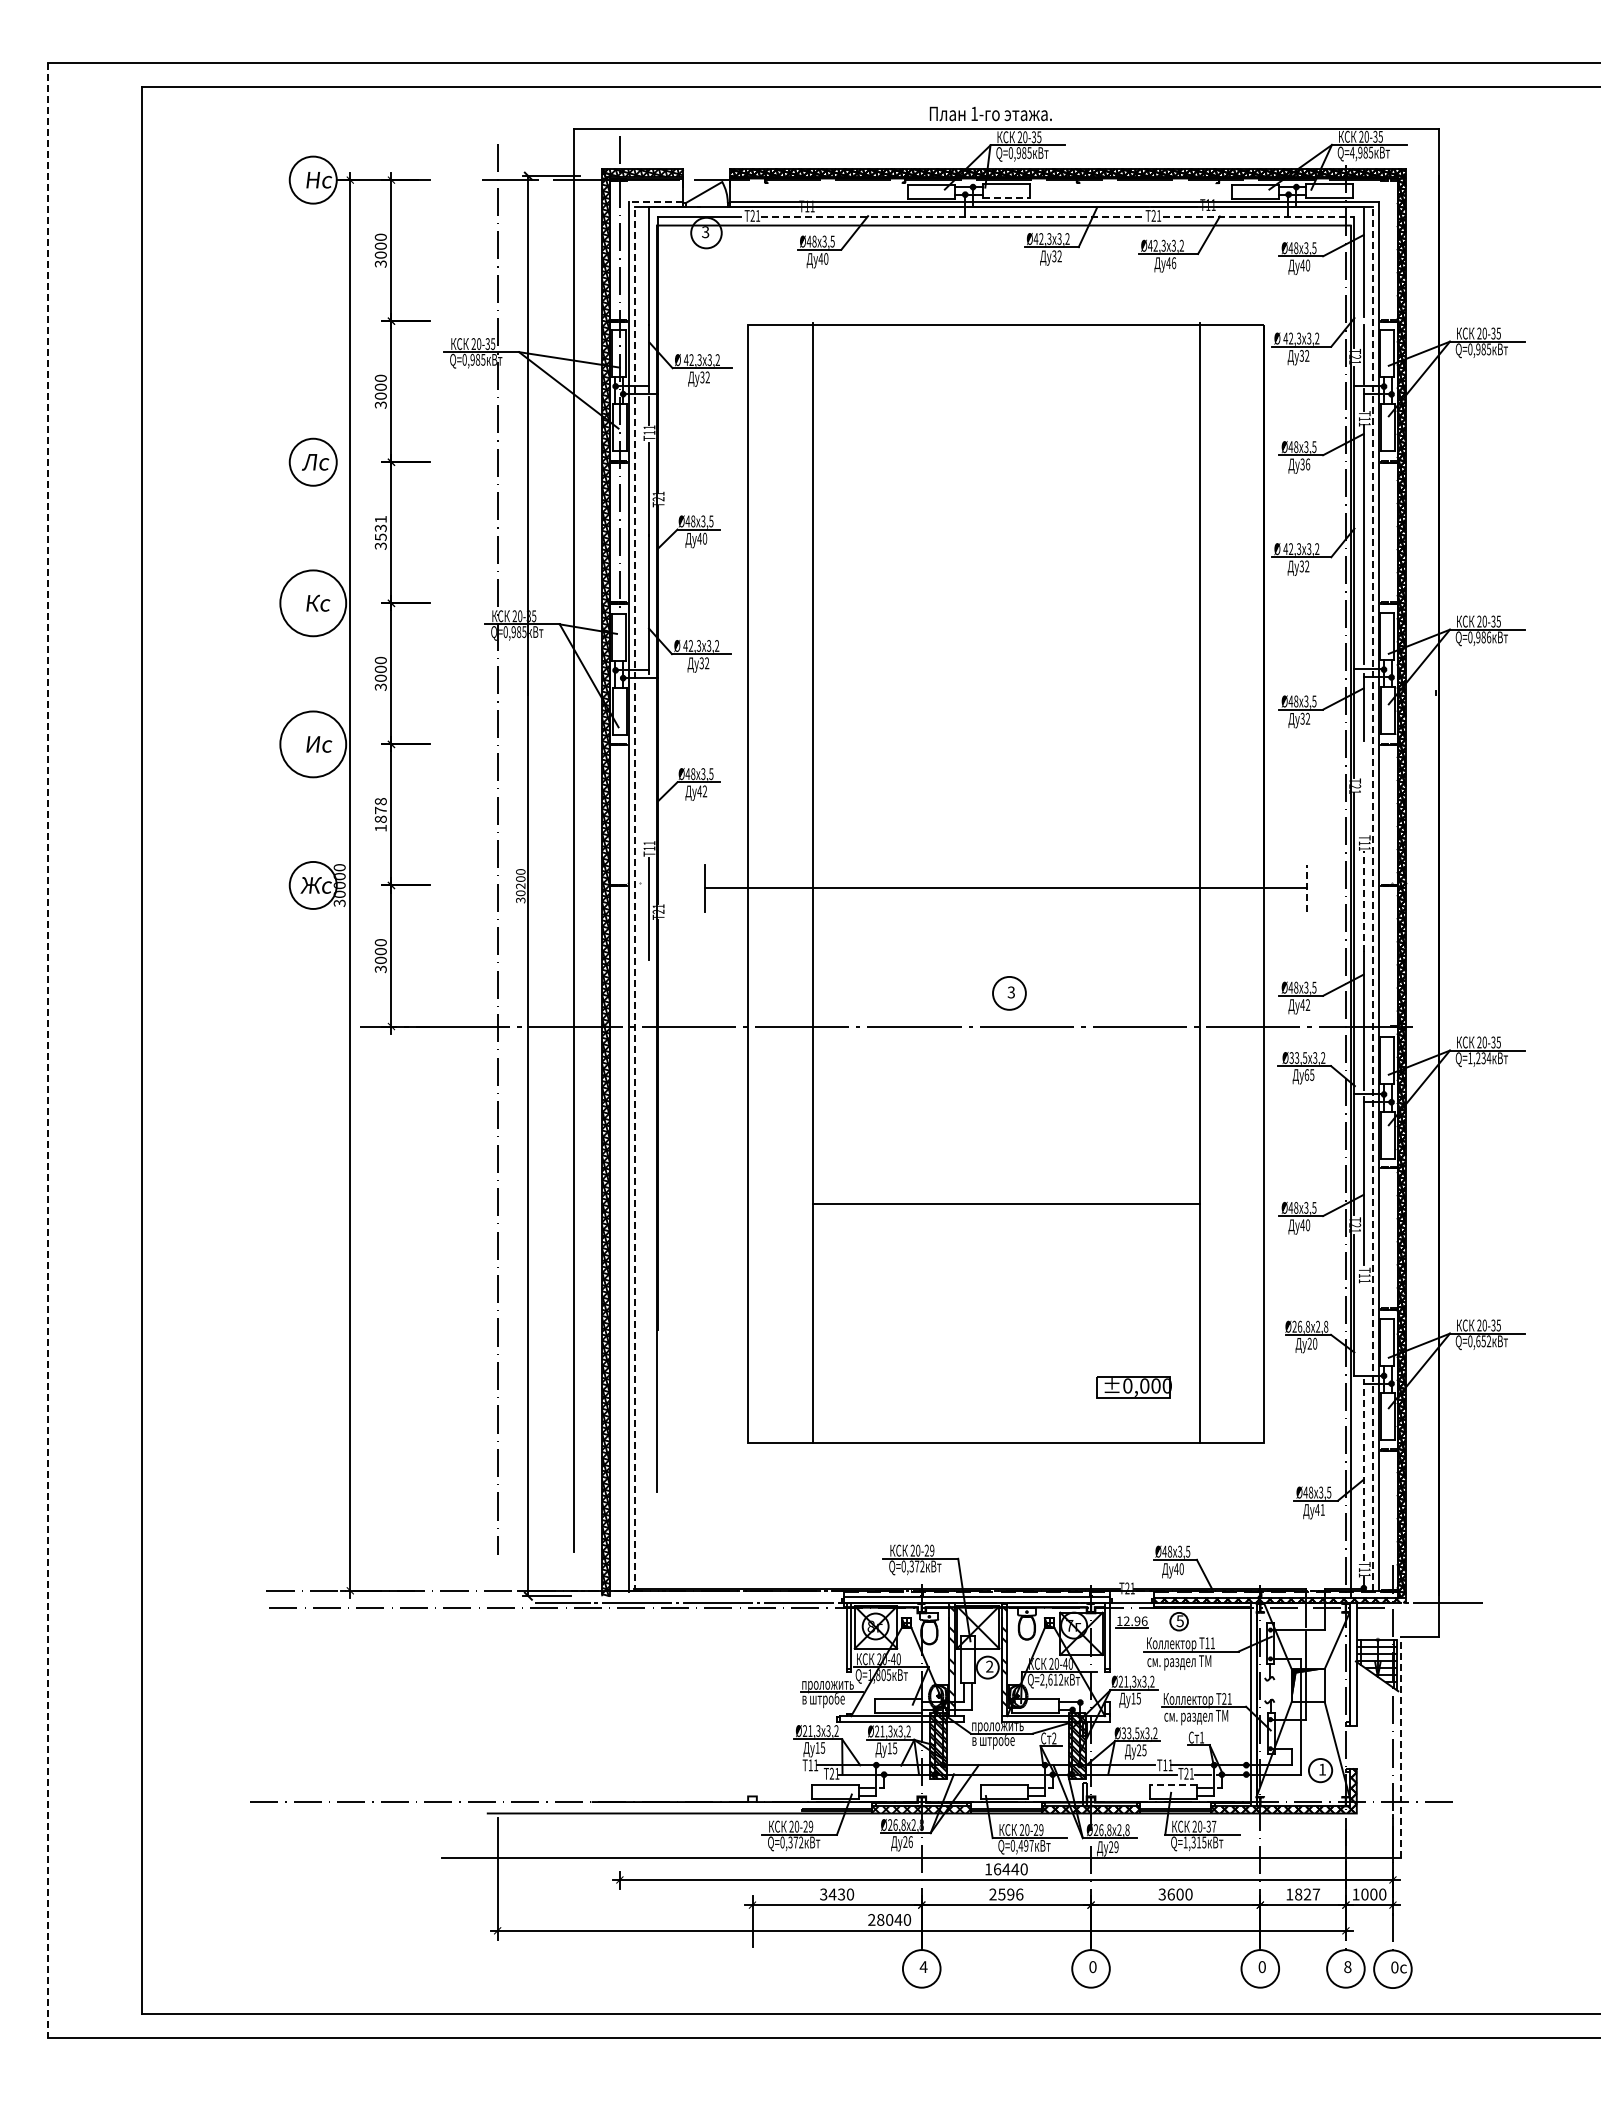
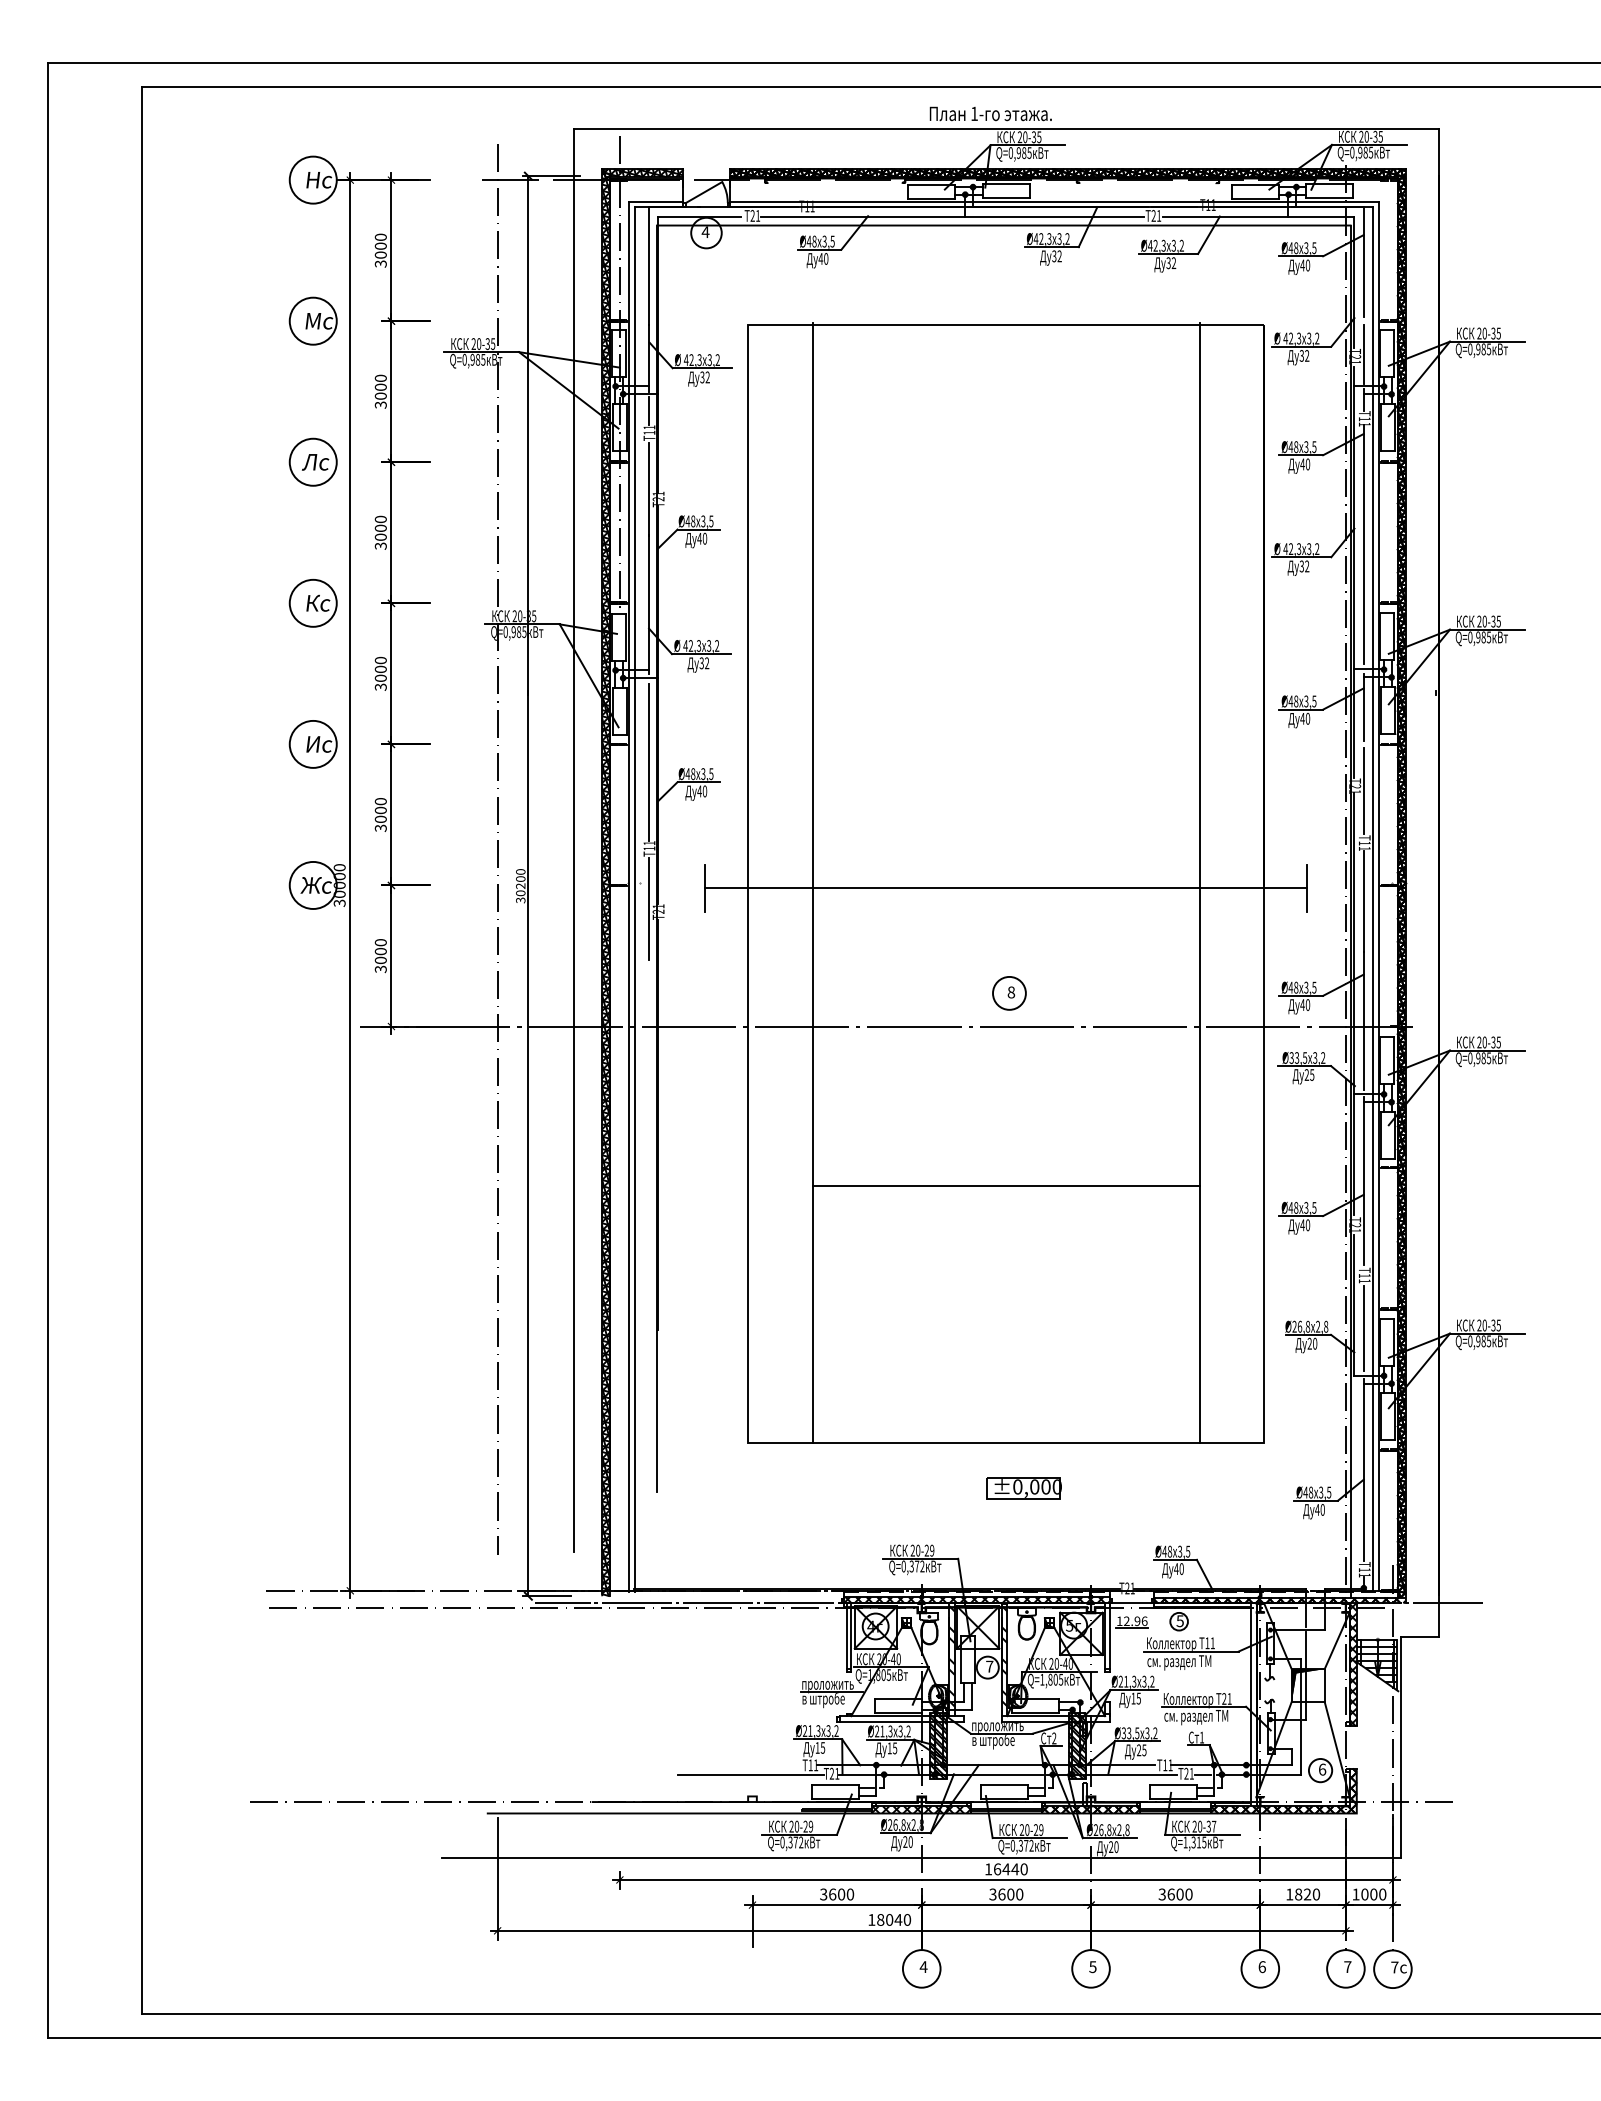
text at (1352, 152): Q=4,985 -> Q=0,985
line at (1006, 197): dashed -> solid
line at (655, 201): dashed -> solid
line at (952, 216): dashed -> solid
line at (1259, 216): dashed -> solid
text at (705, 232): 3 -> 4
text at (1171, 263): 46 -> 32
part at (312, 320): none -> present
text at (1305, 464): 36 -> 40
text at (380, 527): 3531 -> 3000
circle at (313, 603) diameter: 66 px -> 47 px
text at (1488, 637): Q=0,986 -> Q=0,985
text at (1305, 718): 32 -> 40
circle at (313, 744) diameter: 66 px -> 47 px
line at (649, 762): none -> present
line at (1363, 790): none -> present
text at (704, 791): 42 -> 40
text at (380, 814): 1878 -> 3000
line at (1307, 888): dashed -> solid
line at (634, 899): dashed -> solid
line at (1373, 899): dashed -> solid
line at (1363, 900): dashed -> solid
text at (1011, 992): 3 -> 8
text at (1307, 1004): 42 -> 40
line at (48, 1051): dashed -> solid
text at (1479, 1058): Q=1,234 -> Q=0,985
text at (1306, 1074): 65 -> 25
line at (1005, 1204) position: (1005, 1204) -> (1005, 1186)
line at (1363, 1328): none -> present
text at (1483, 1341): Q=0,652 -> Q=0,985
part at (1133, 1387) position: (1133, 1387) -> (1023, 1488)
line at (1363, 1469): dashed -> solid
text at (1322, 1509): 41 -> 40
hatch at (976, 1600): none -> present
text at (1069, 1625): 7 -> 5
text at (870, 1626): 8 -> 4
hatch at (1352, 1664): none -> present
text at (989, 1666): 2 -> 7
text at (1051, 1679): Q=2,612 -> Q=1,805
line at (1401, 1747): dashed -> solid
text at (1322, 1769): 1 -> 6
line at (750, 1774): none -> present
line at (1173, 1785): dashed -> solid
text at (910, 1841): 26 -> 20
text at (1025, 1845): Q=0,497 -> Q=0,372
text at (1116, 1846): 29 -> 20
text at (836, 1894): 3430 -> 3600
text at (1006, 1894): 2596 -> 3600
text at (1316, 1894): 1827 -> 1820
text at (871, 1919): 28040 -> 18040
text at (1092, 1966): 0 -> 5
text at (1261, 1966): 0 -> 6
text at (1347, 1967): 8 -> 7
text at (1394, 1967): 0c -> 7c
